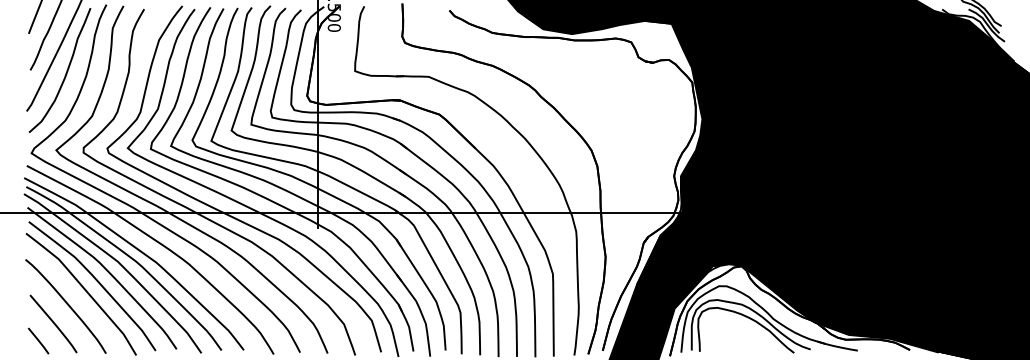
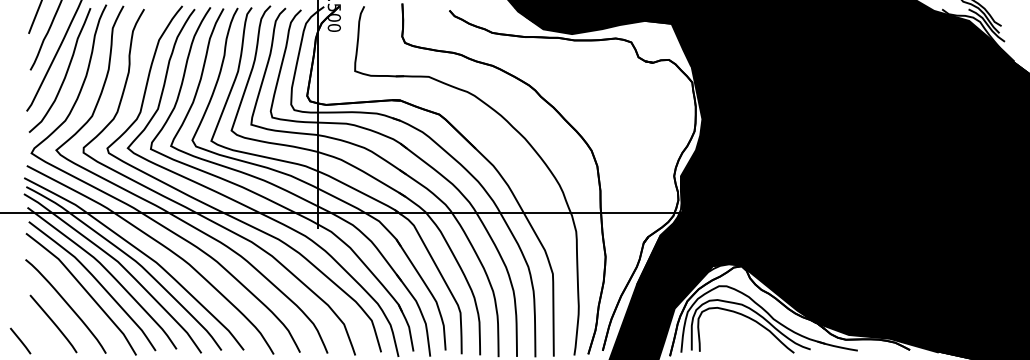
line at (38, 340) position: (38, 340) -> (20, 340)
